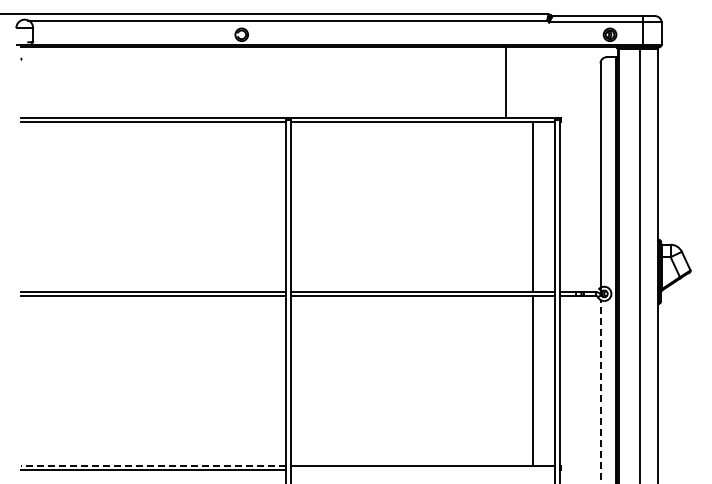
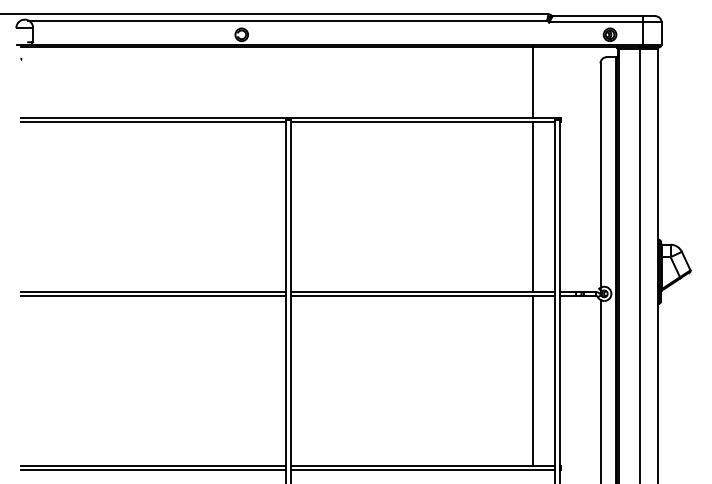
line at (505, 82) position: (505, 82) -> (532, 82)
line at (600, 391): dashed -> solid
line at (153, 465): dashed -> solid
line at (422, 469): none -> present
